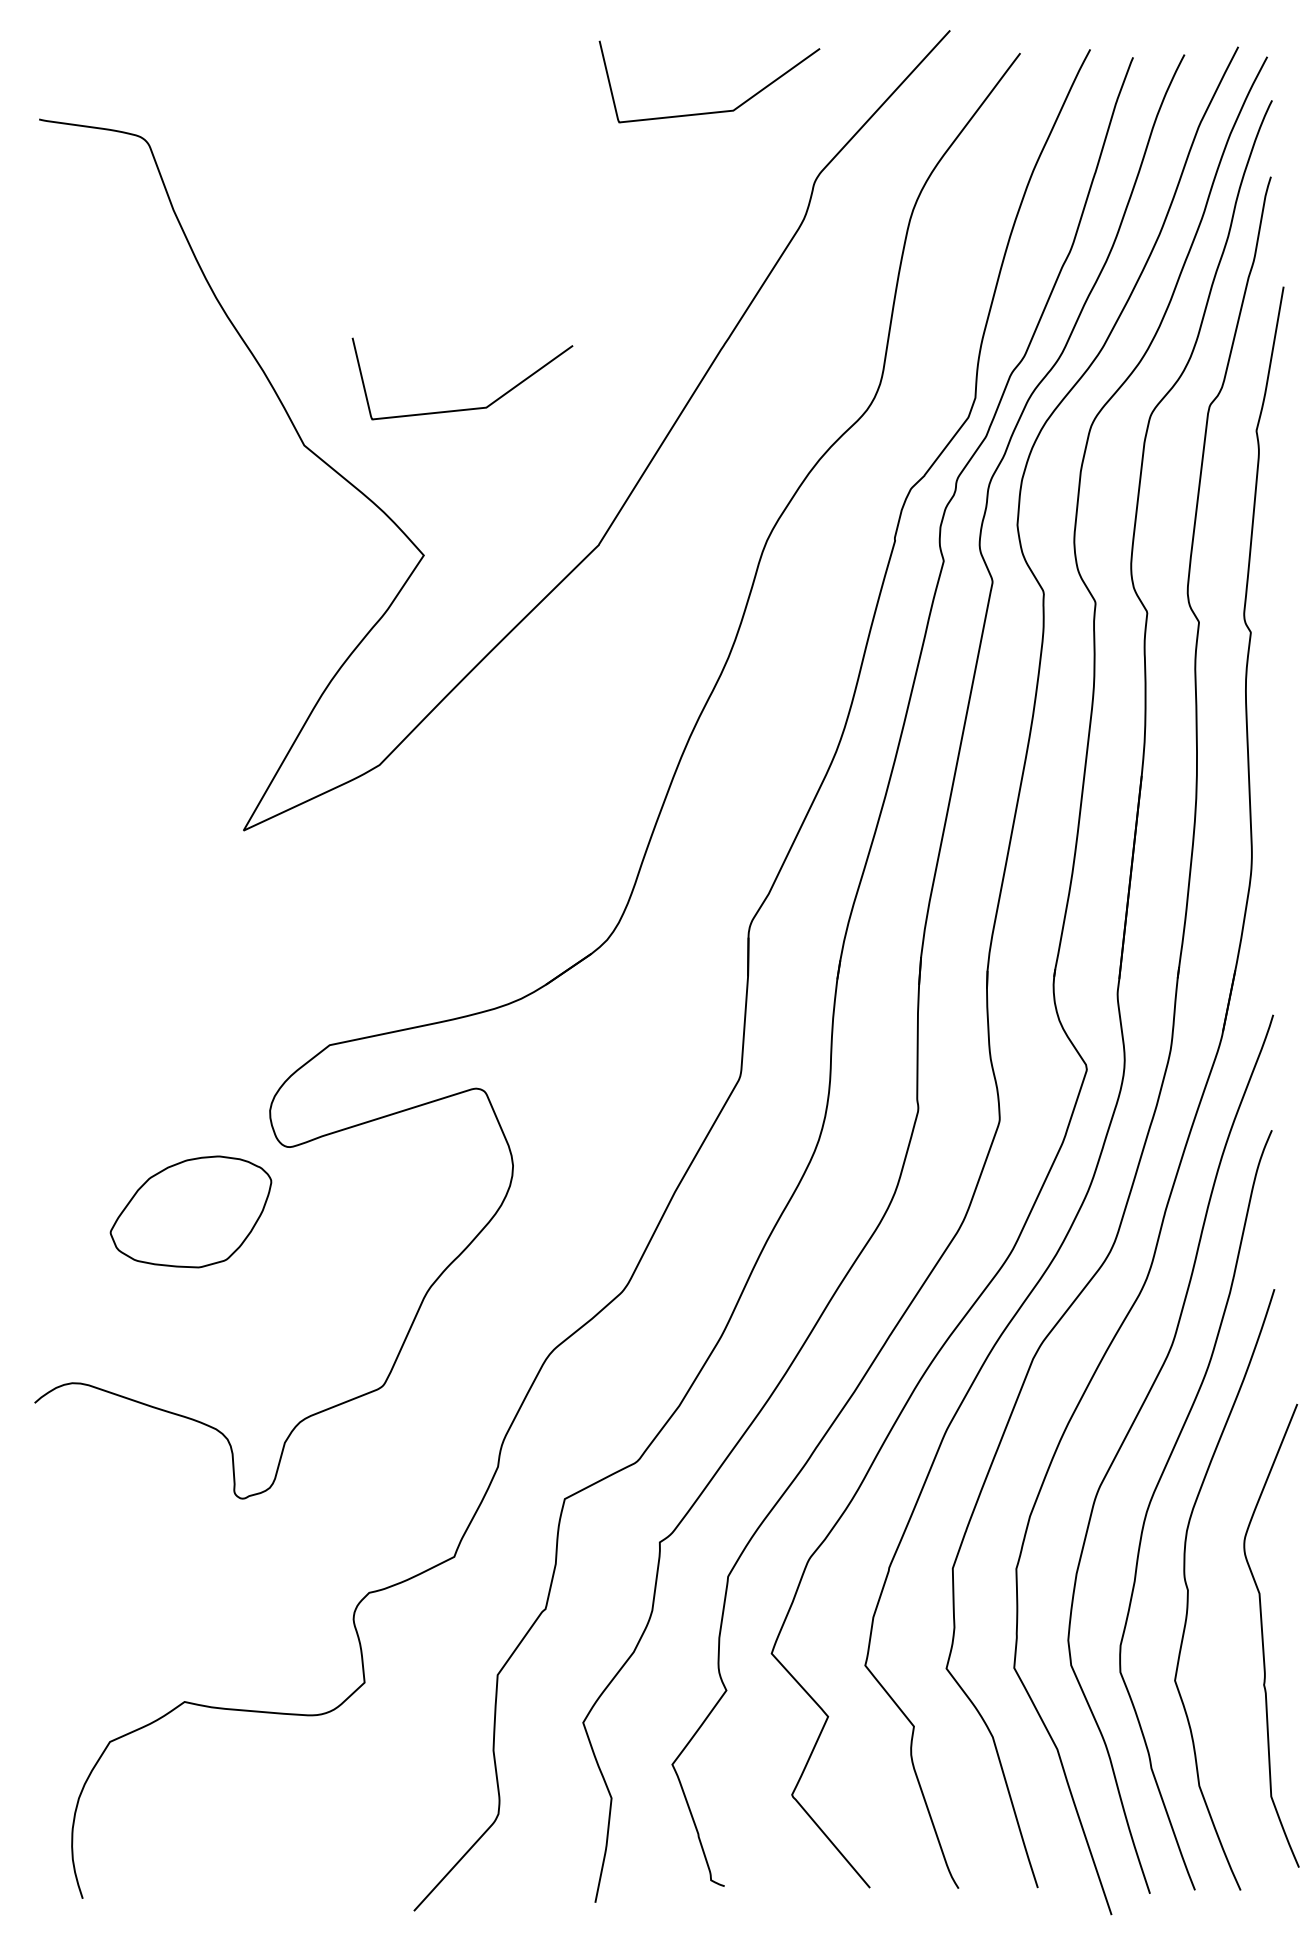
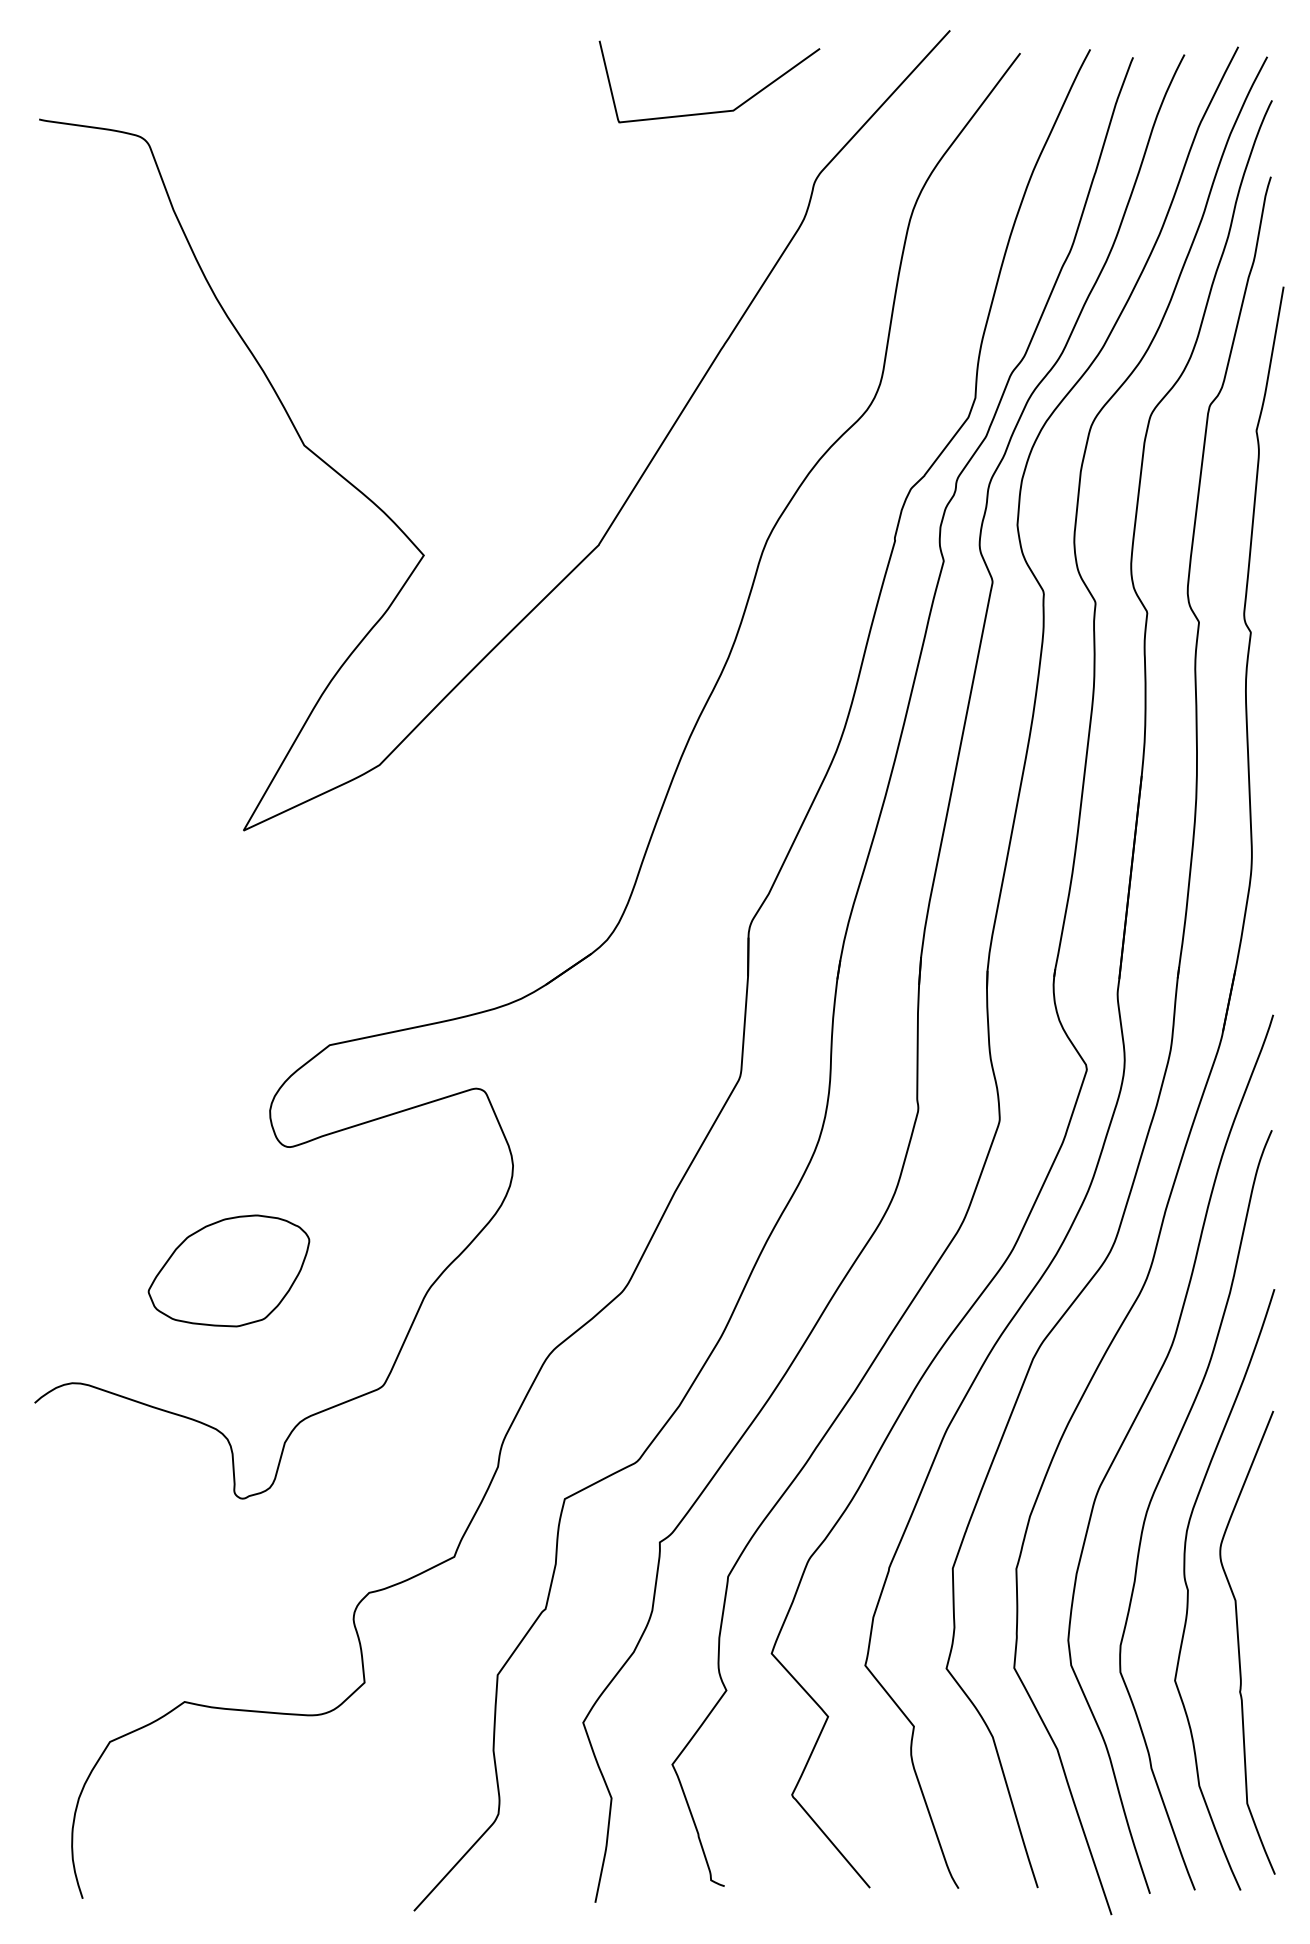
curve at (465, 408): present -> none
part at (190, 1211) position: (190, 1211) -> (228, 1270)
curve at (1263, 1635) position: (1263, 1635) -> (1239, 1642)
